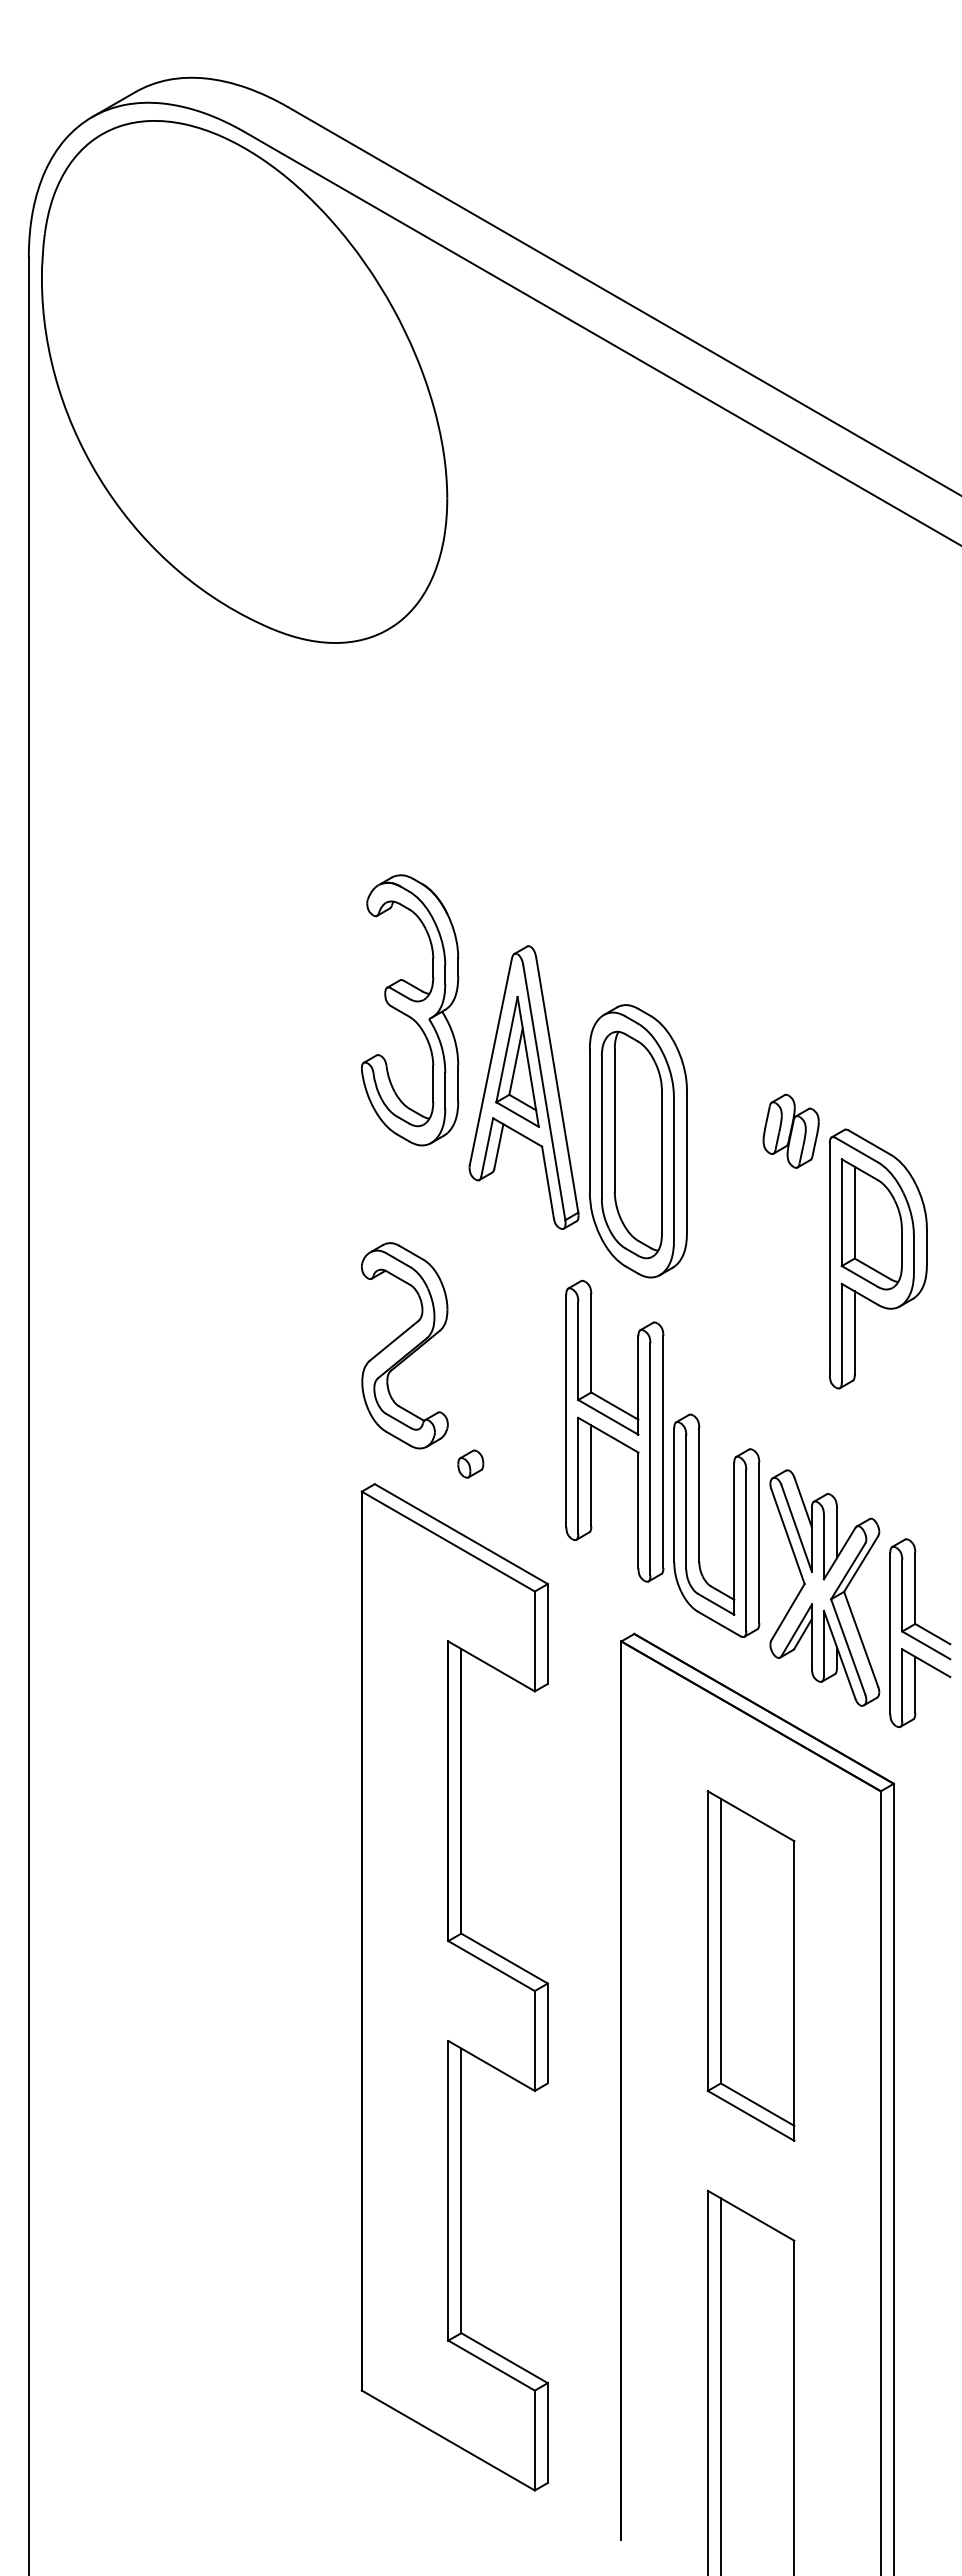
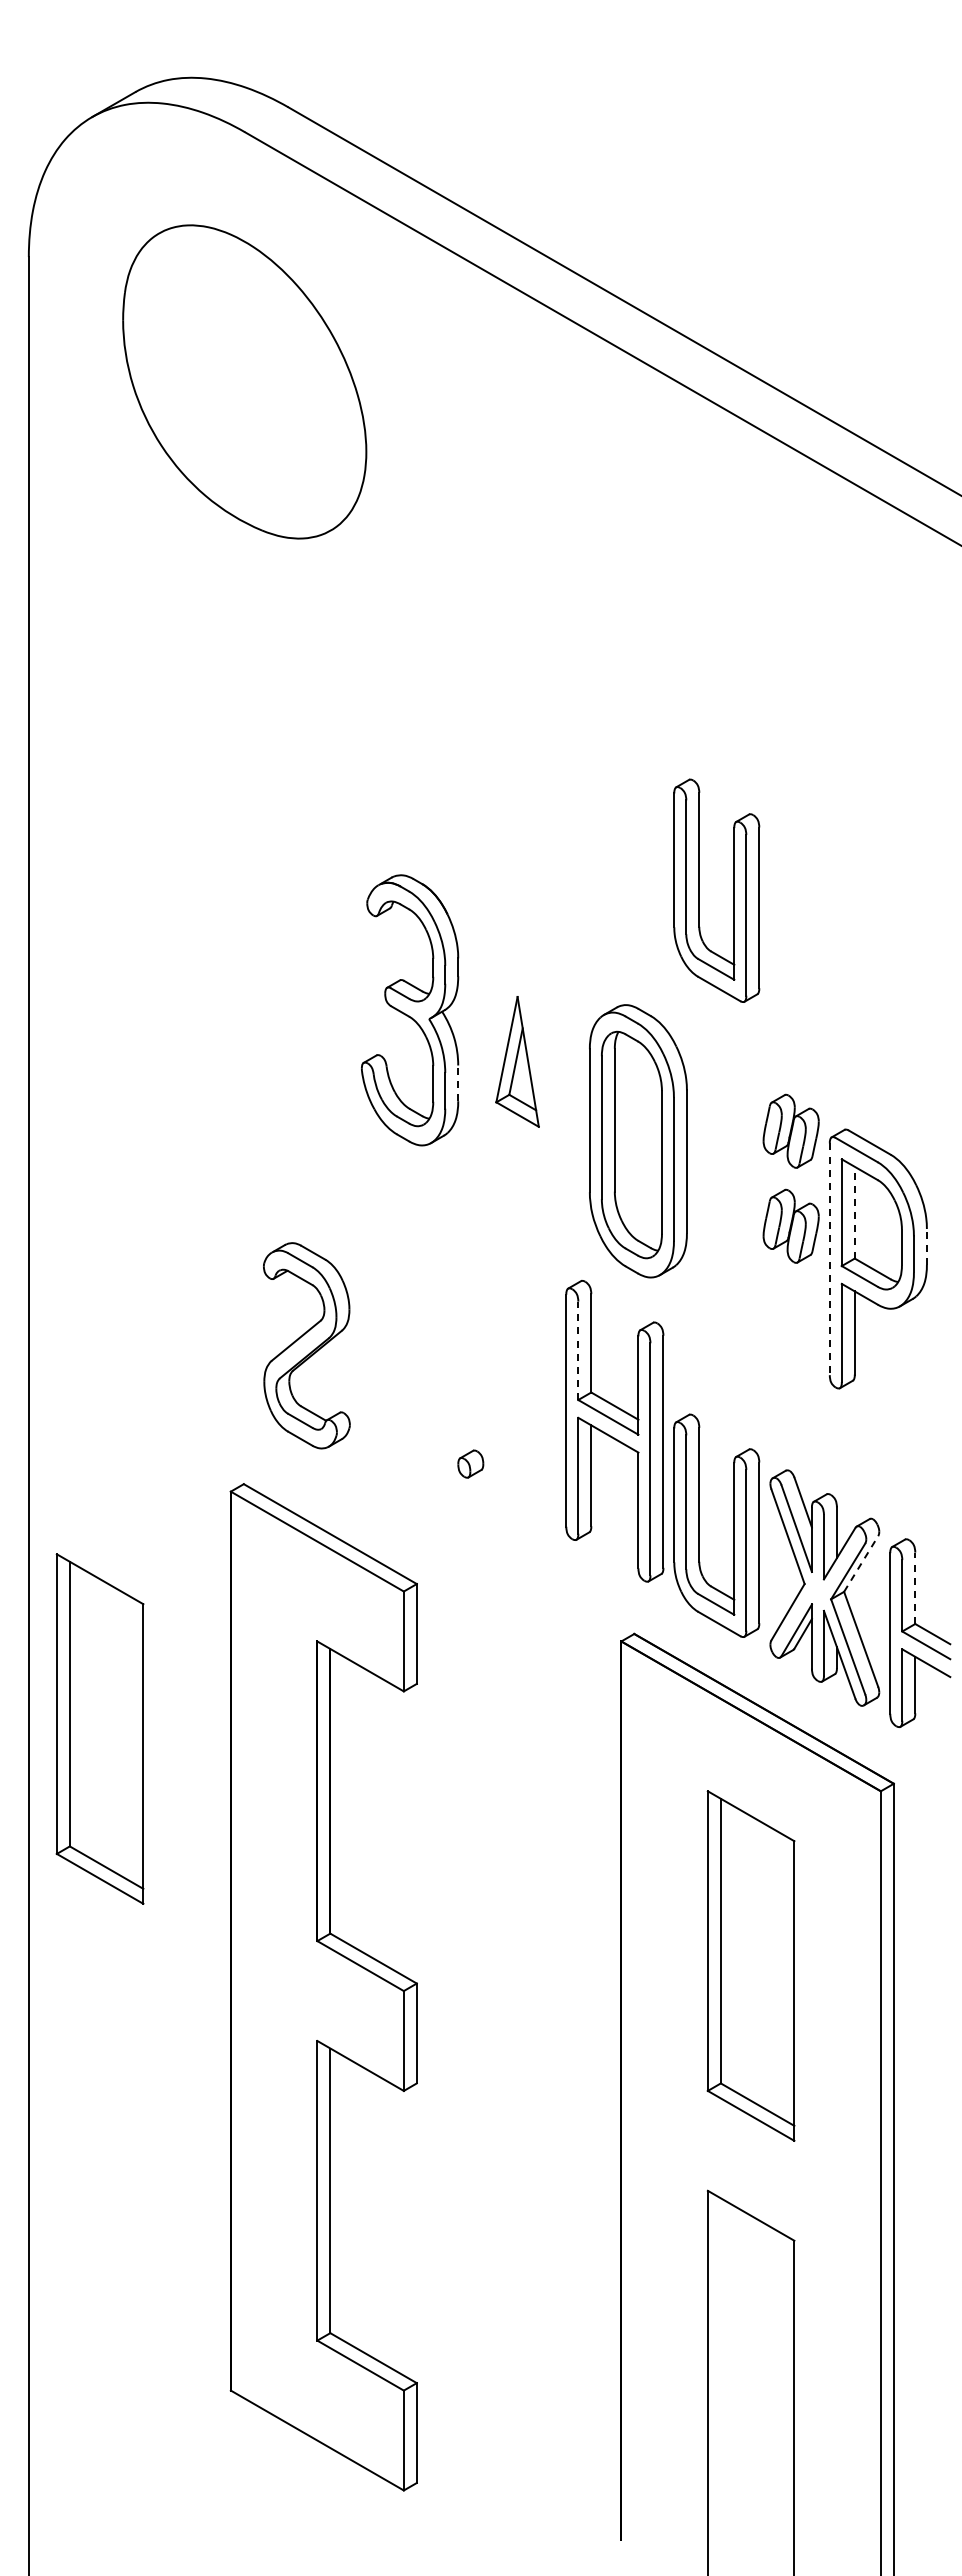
part at (244, 381) size: 408x524 px -> 246x316 px
part at (699, 890): none -> present
line at (458, 1083): solid -> dashed
part at (523, 1087): present -> none
line at (854, 1212): solid -> dashed
part at (790, 1225): none -> present
line at (926, 1246): solid -> dashed
line at (829, 1259): solid -> dashed
part at (404, 1345) position: (404, 1345) -> (306, 1345)
line at (578, 1350): solid -> dashed
line at (861, 1564): solid -> dashed
line at (915, 1588): solid -> dashed
part at (99, 1728): none -> present
part at (454, 1987) position: (454, 1987) -> (323, 1987)
line at (720, 2385): present -> none
